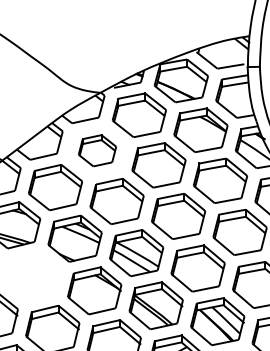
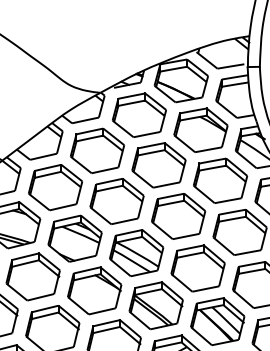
part at (97, 150) size: 39x34 px -> 55x47 px
part at (32, 276): none -> present
